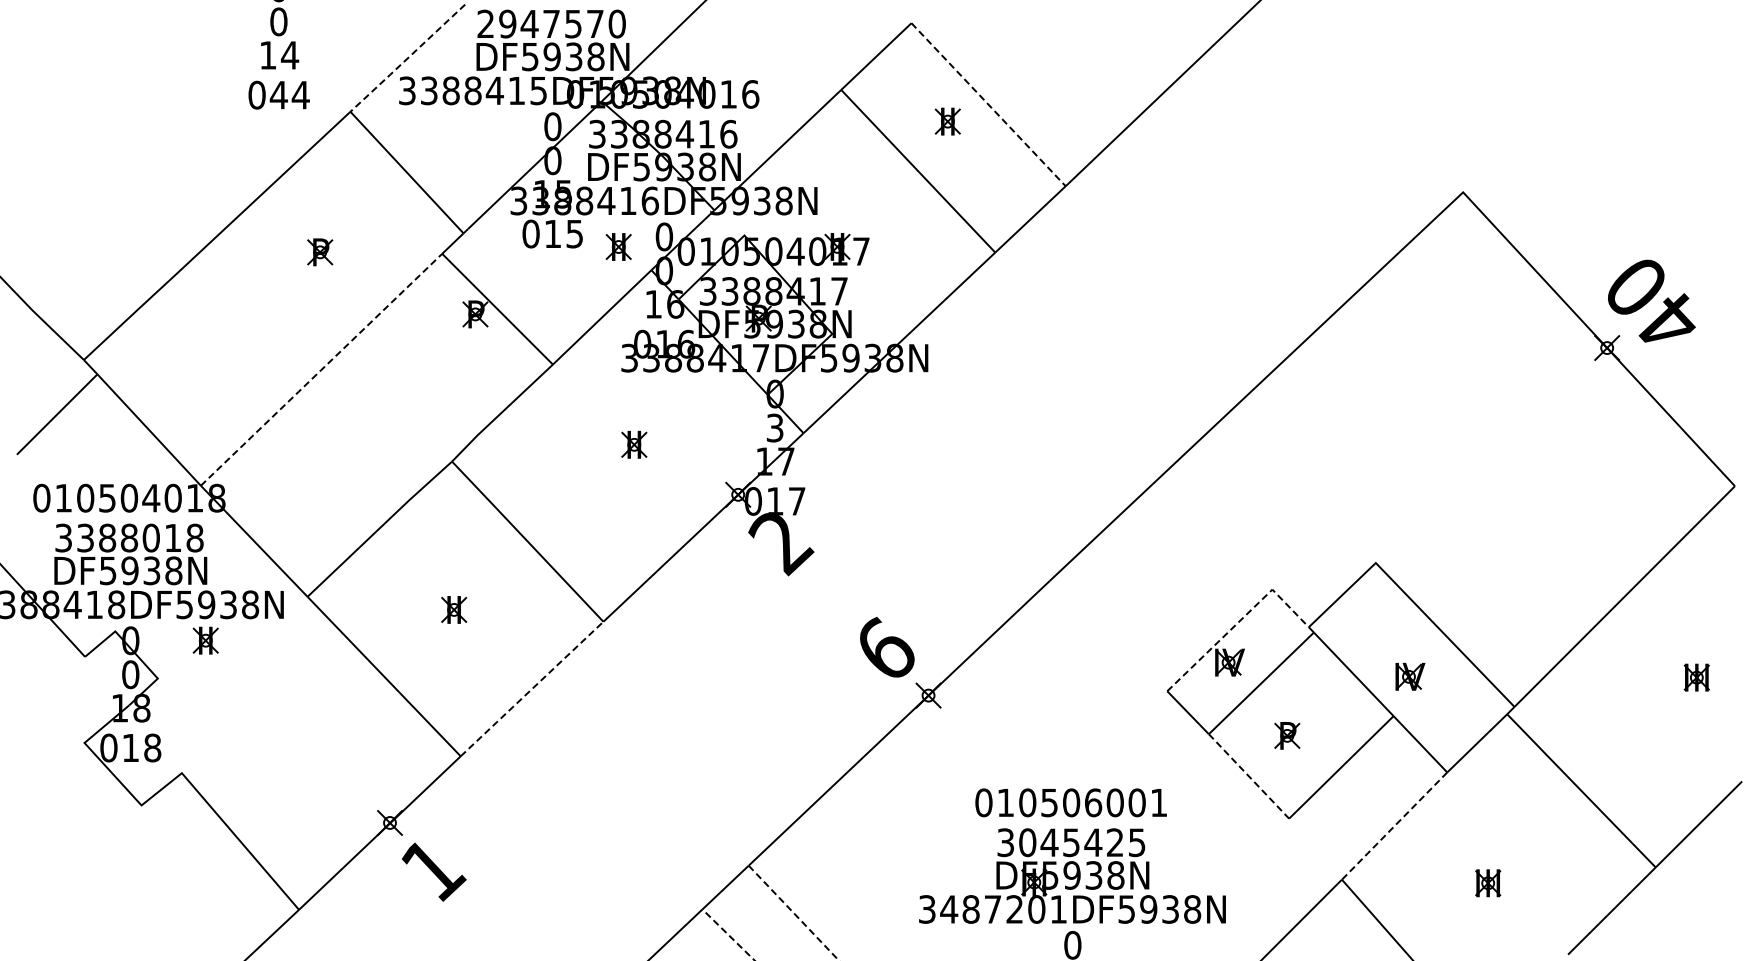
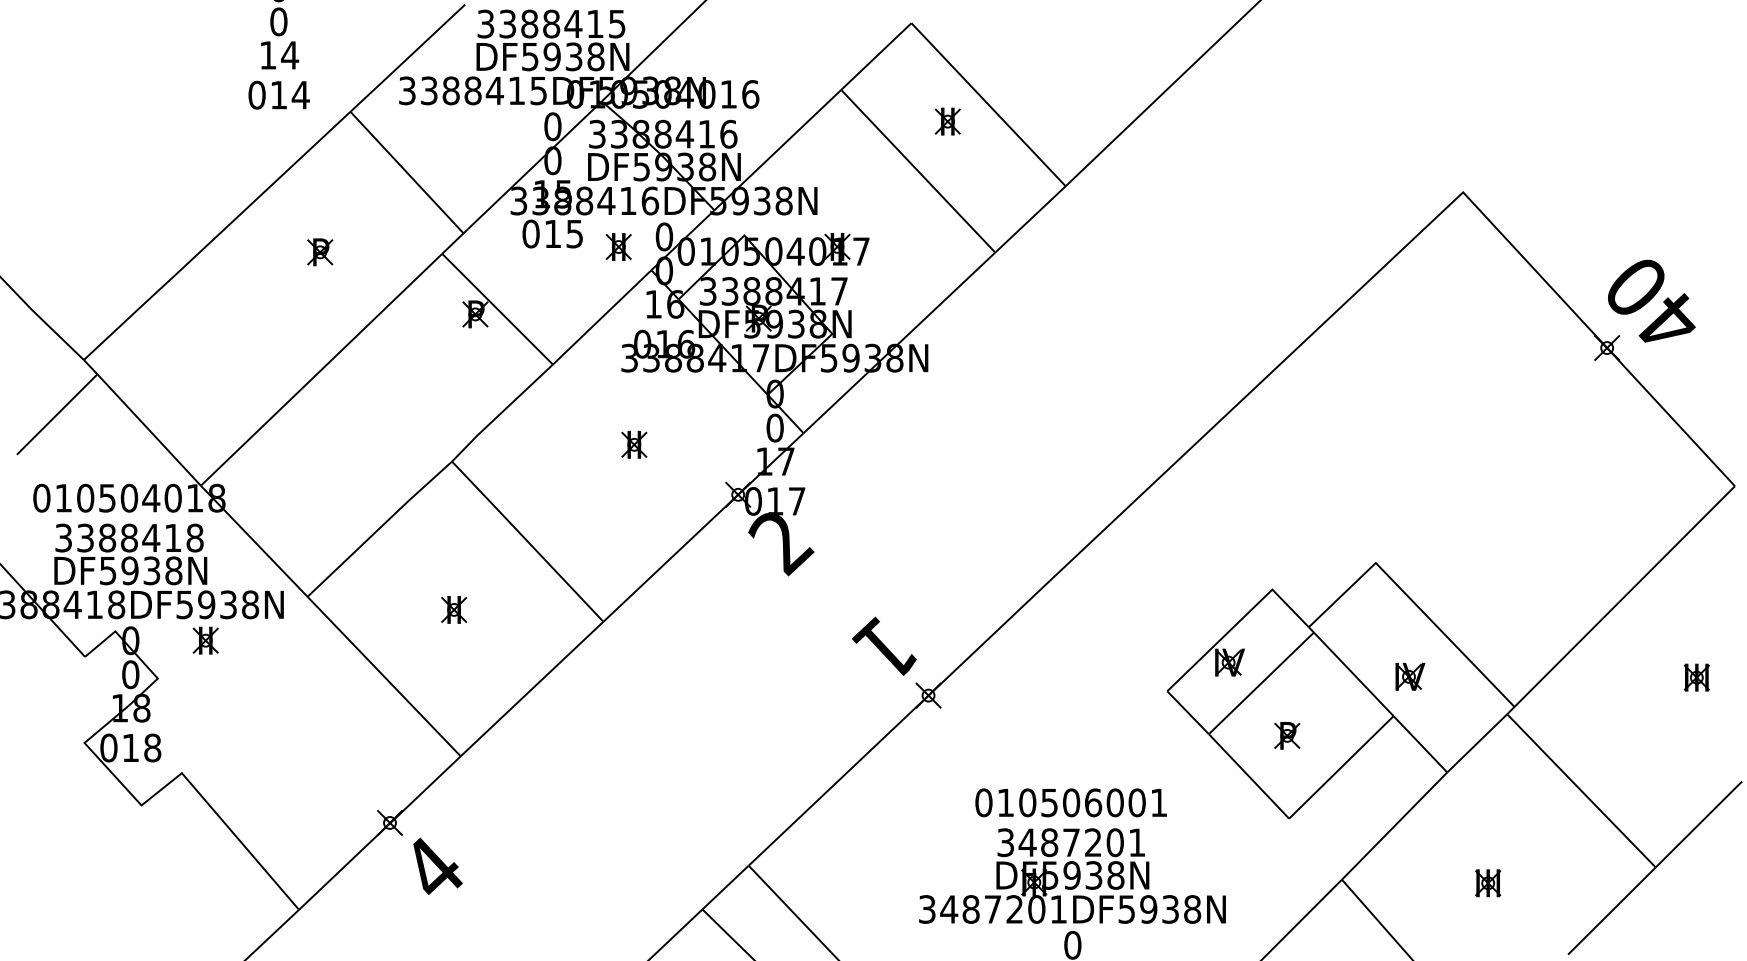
text at (551, 23): 2947570 -> 3388415
line at (407, 59): dashed -> solid
text at (278, 95): 044 -> 014
line at (988, 105): dashed -> solid
line at (320, 370): dashed -> solid
text at (774, 427): 3 -> 0
text at (151, 537): 3388018 -> 3388418
line at (1239, 621): dashed -> solid
text at (883, 646): 9 -> 1
line at (532, 688): dashed -> solid
line at (1249, 776): dashed -> solid
line at (1394, 826): dashed -> solid
text at (1081, 842): 3045425 -> 3487201
text at (433, 869): 1 -> 4
line at (794, 913): dashed -> solid
line at (728, 934): dashed -> solid
